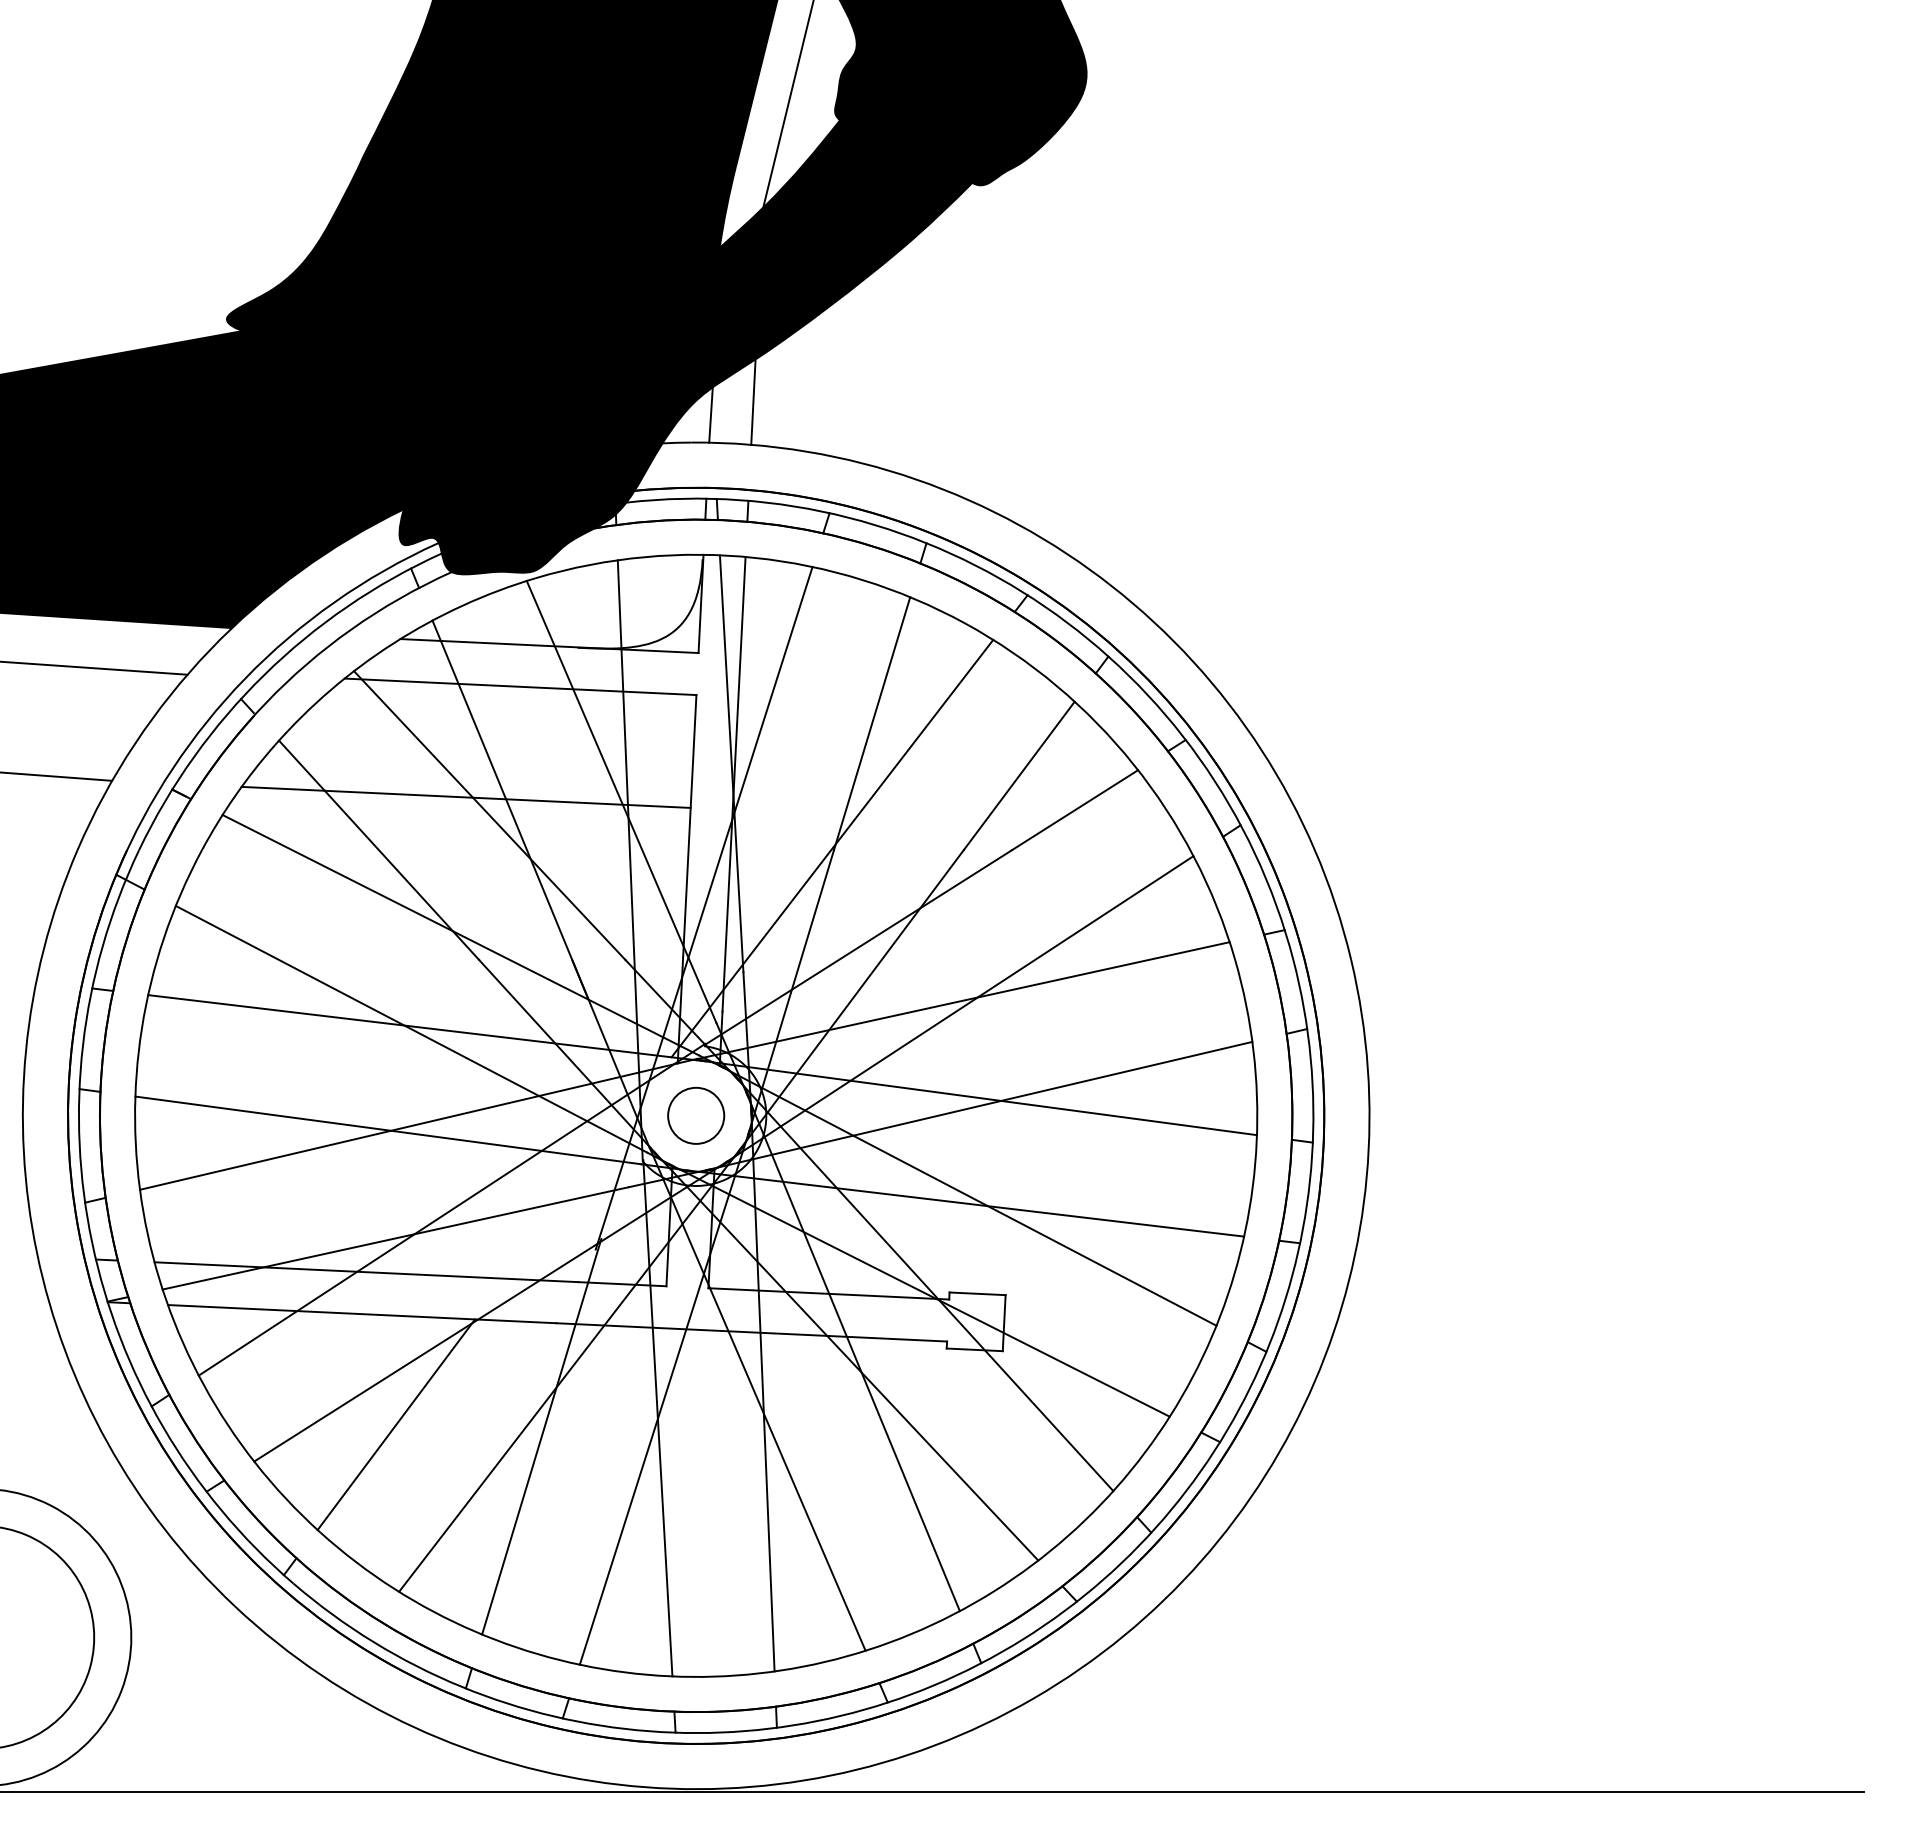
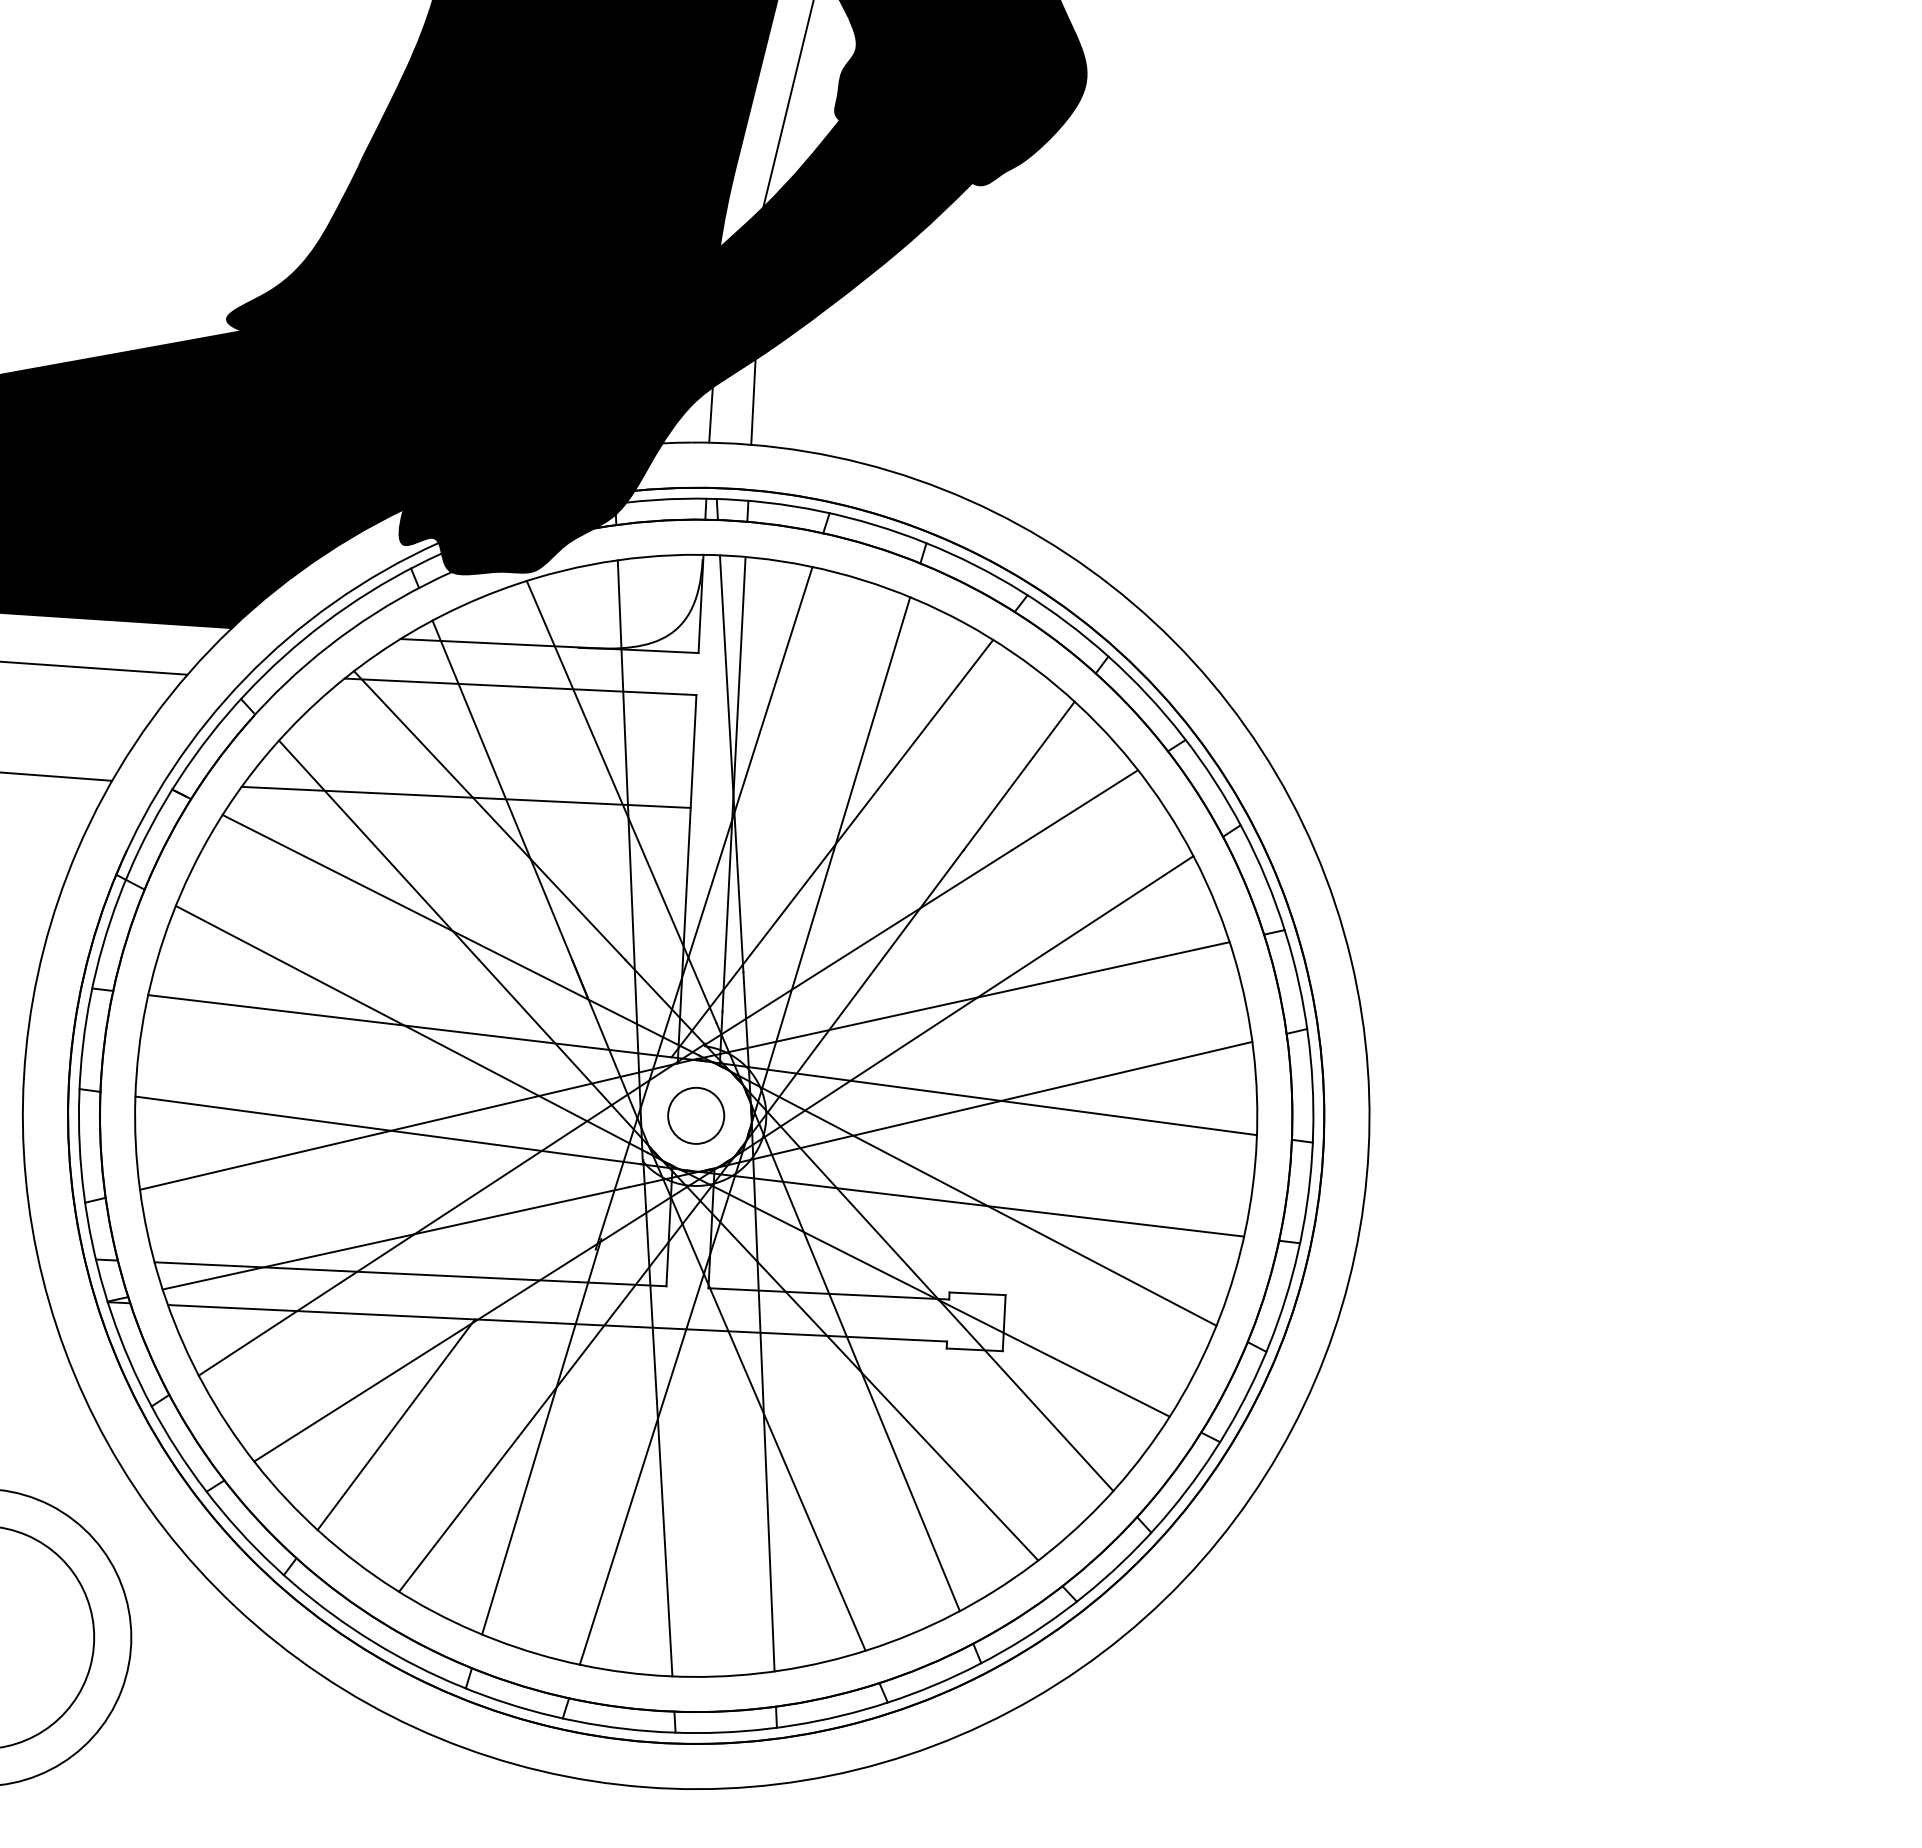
line at (933, 1792): present -> none
